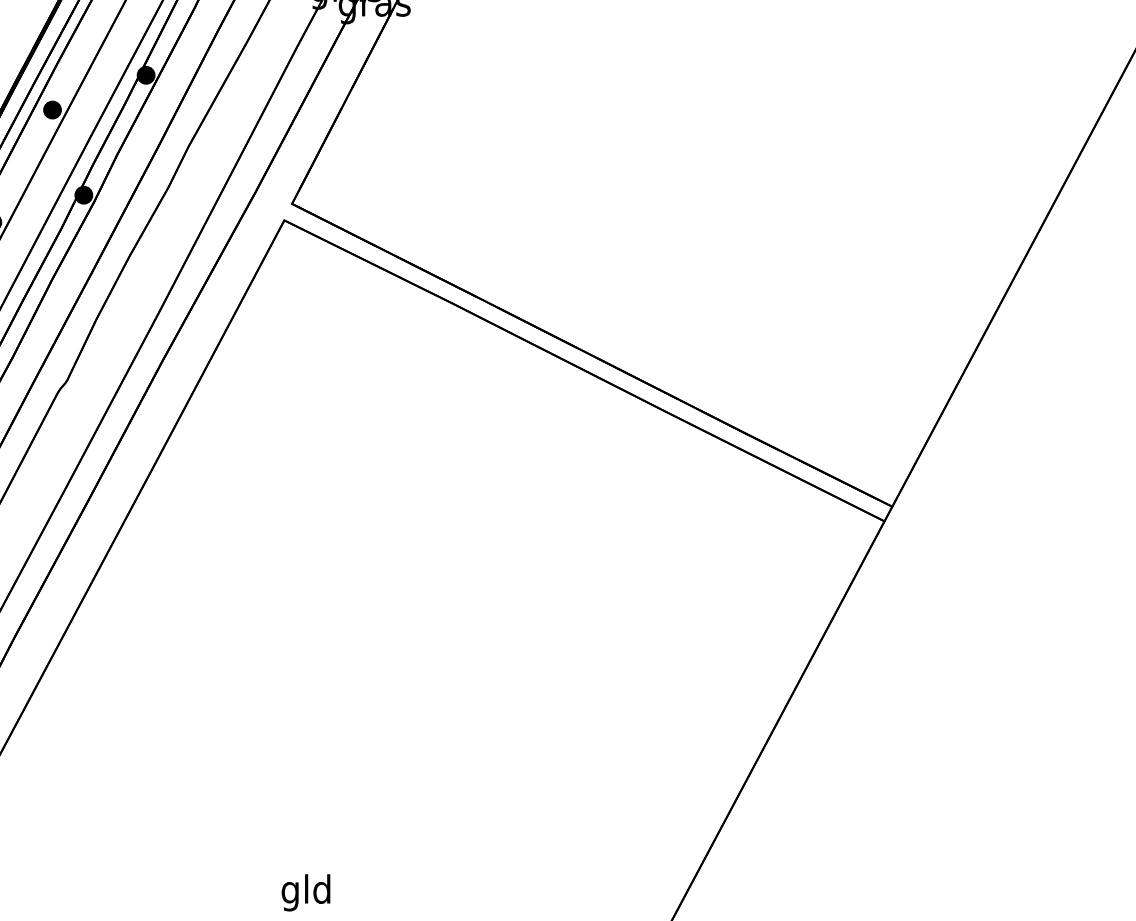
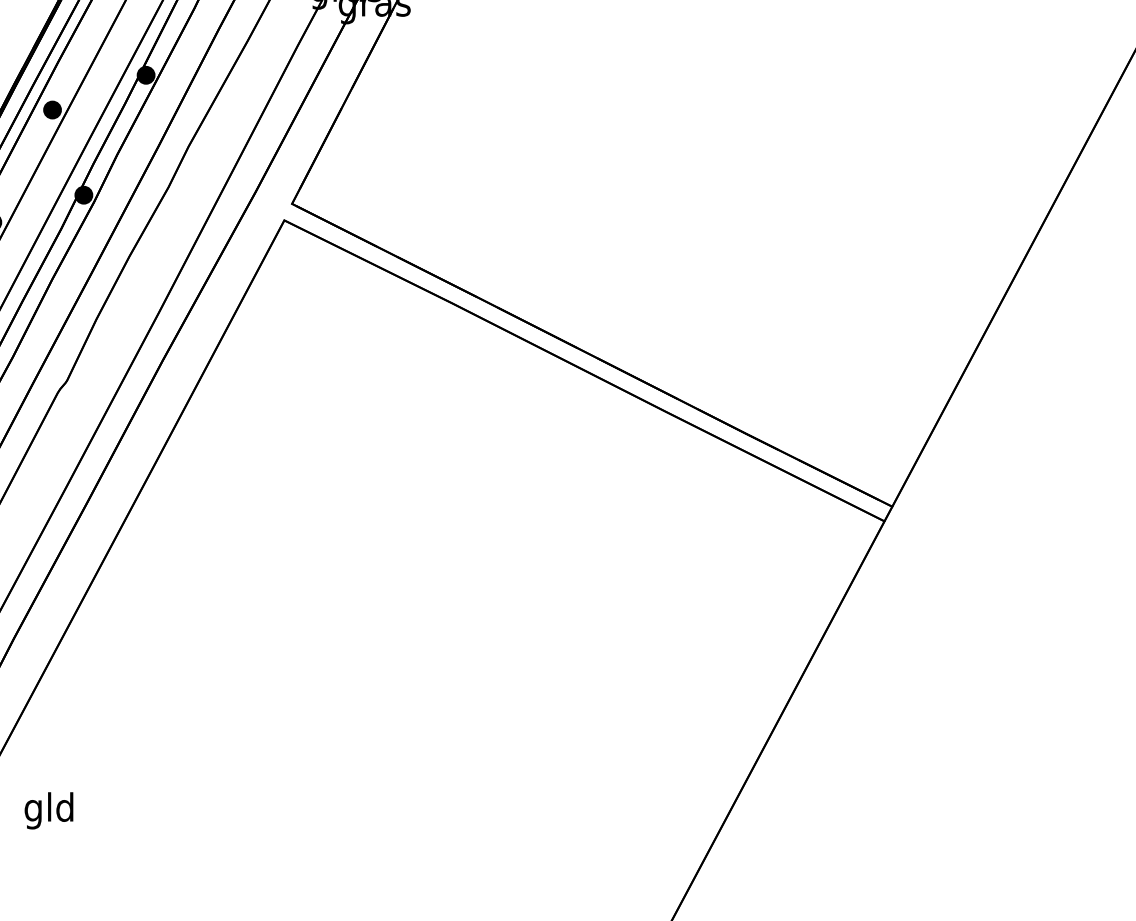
text at (305, 892) position: (305, 892) -> (48, 810)
